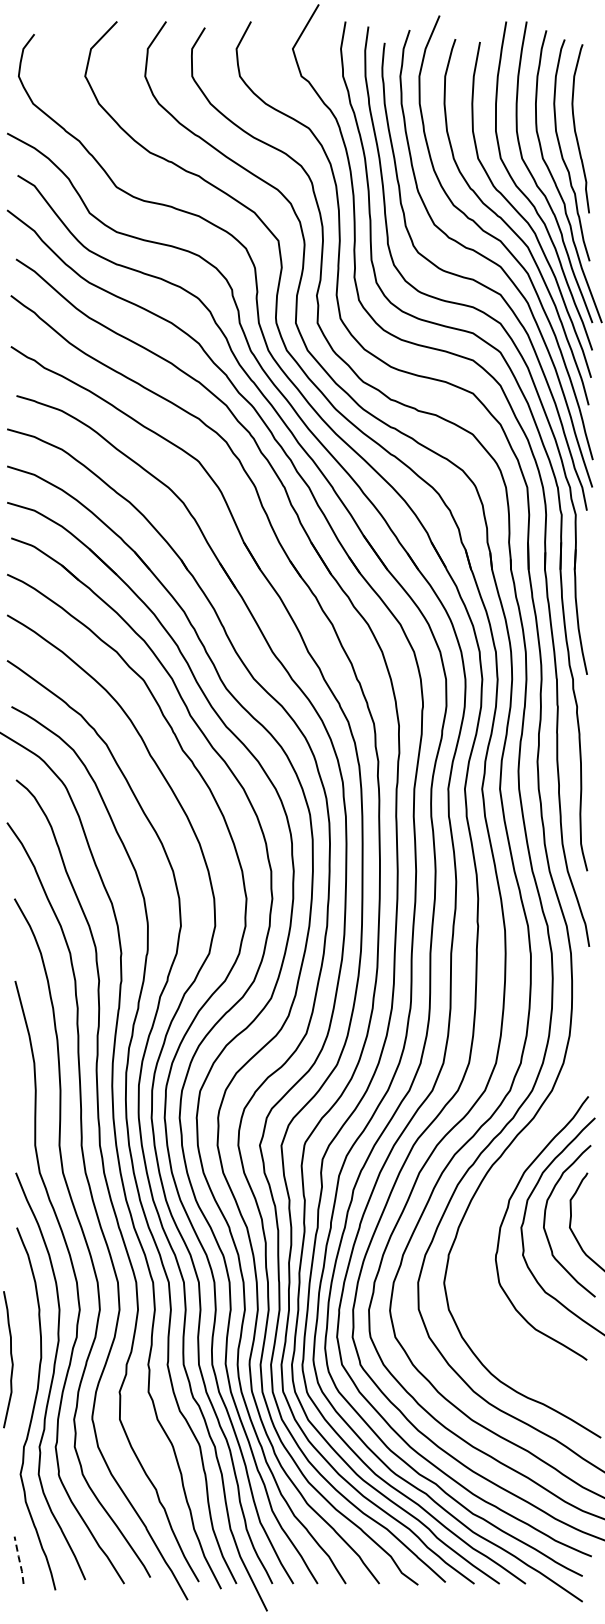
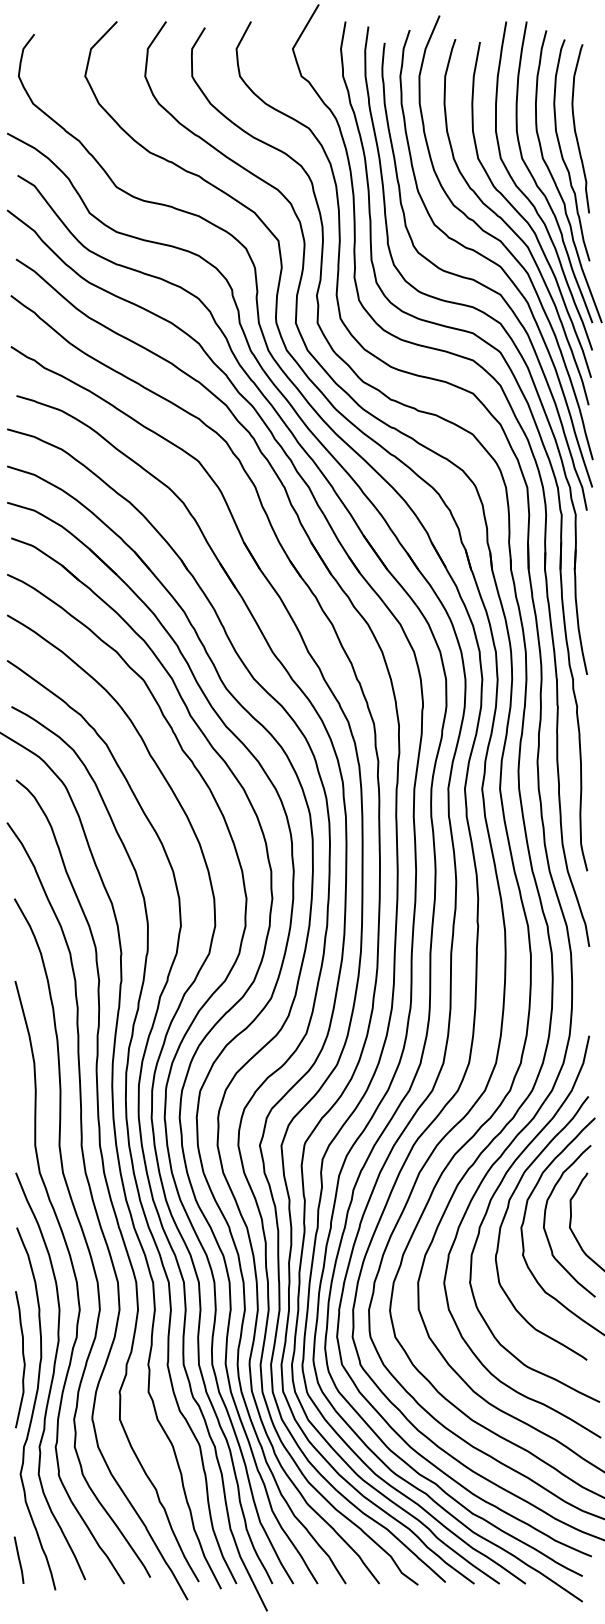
curve at (496, 1192): none -> present
curve at (10, 1357) position: (10, 1357) -> (22, 1357)
line at (19, 1560): dashed -> solid
